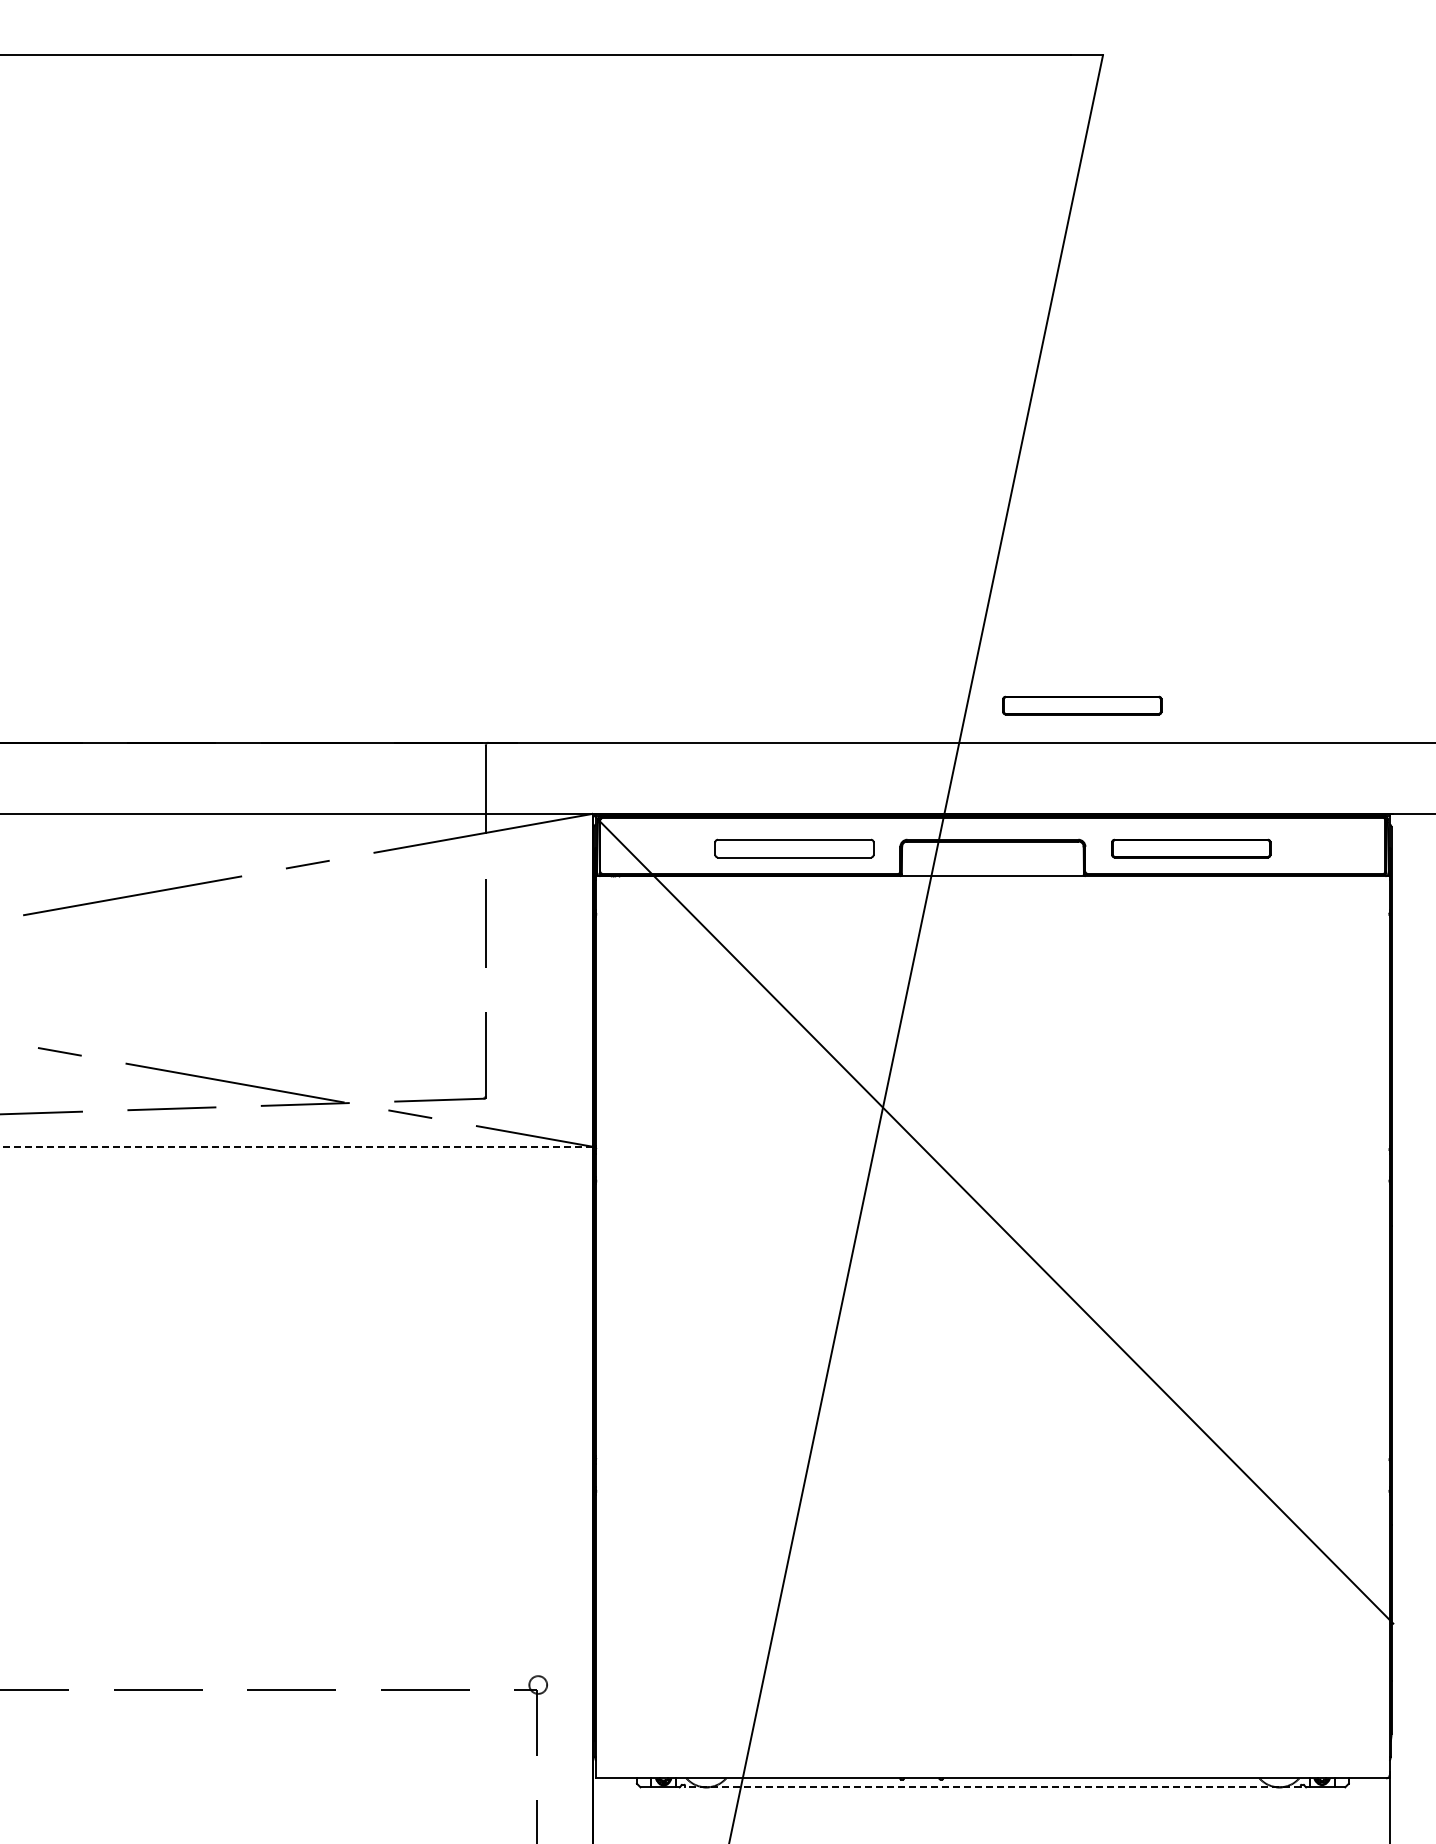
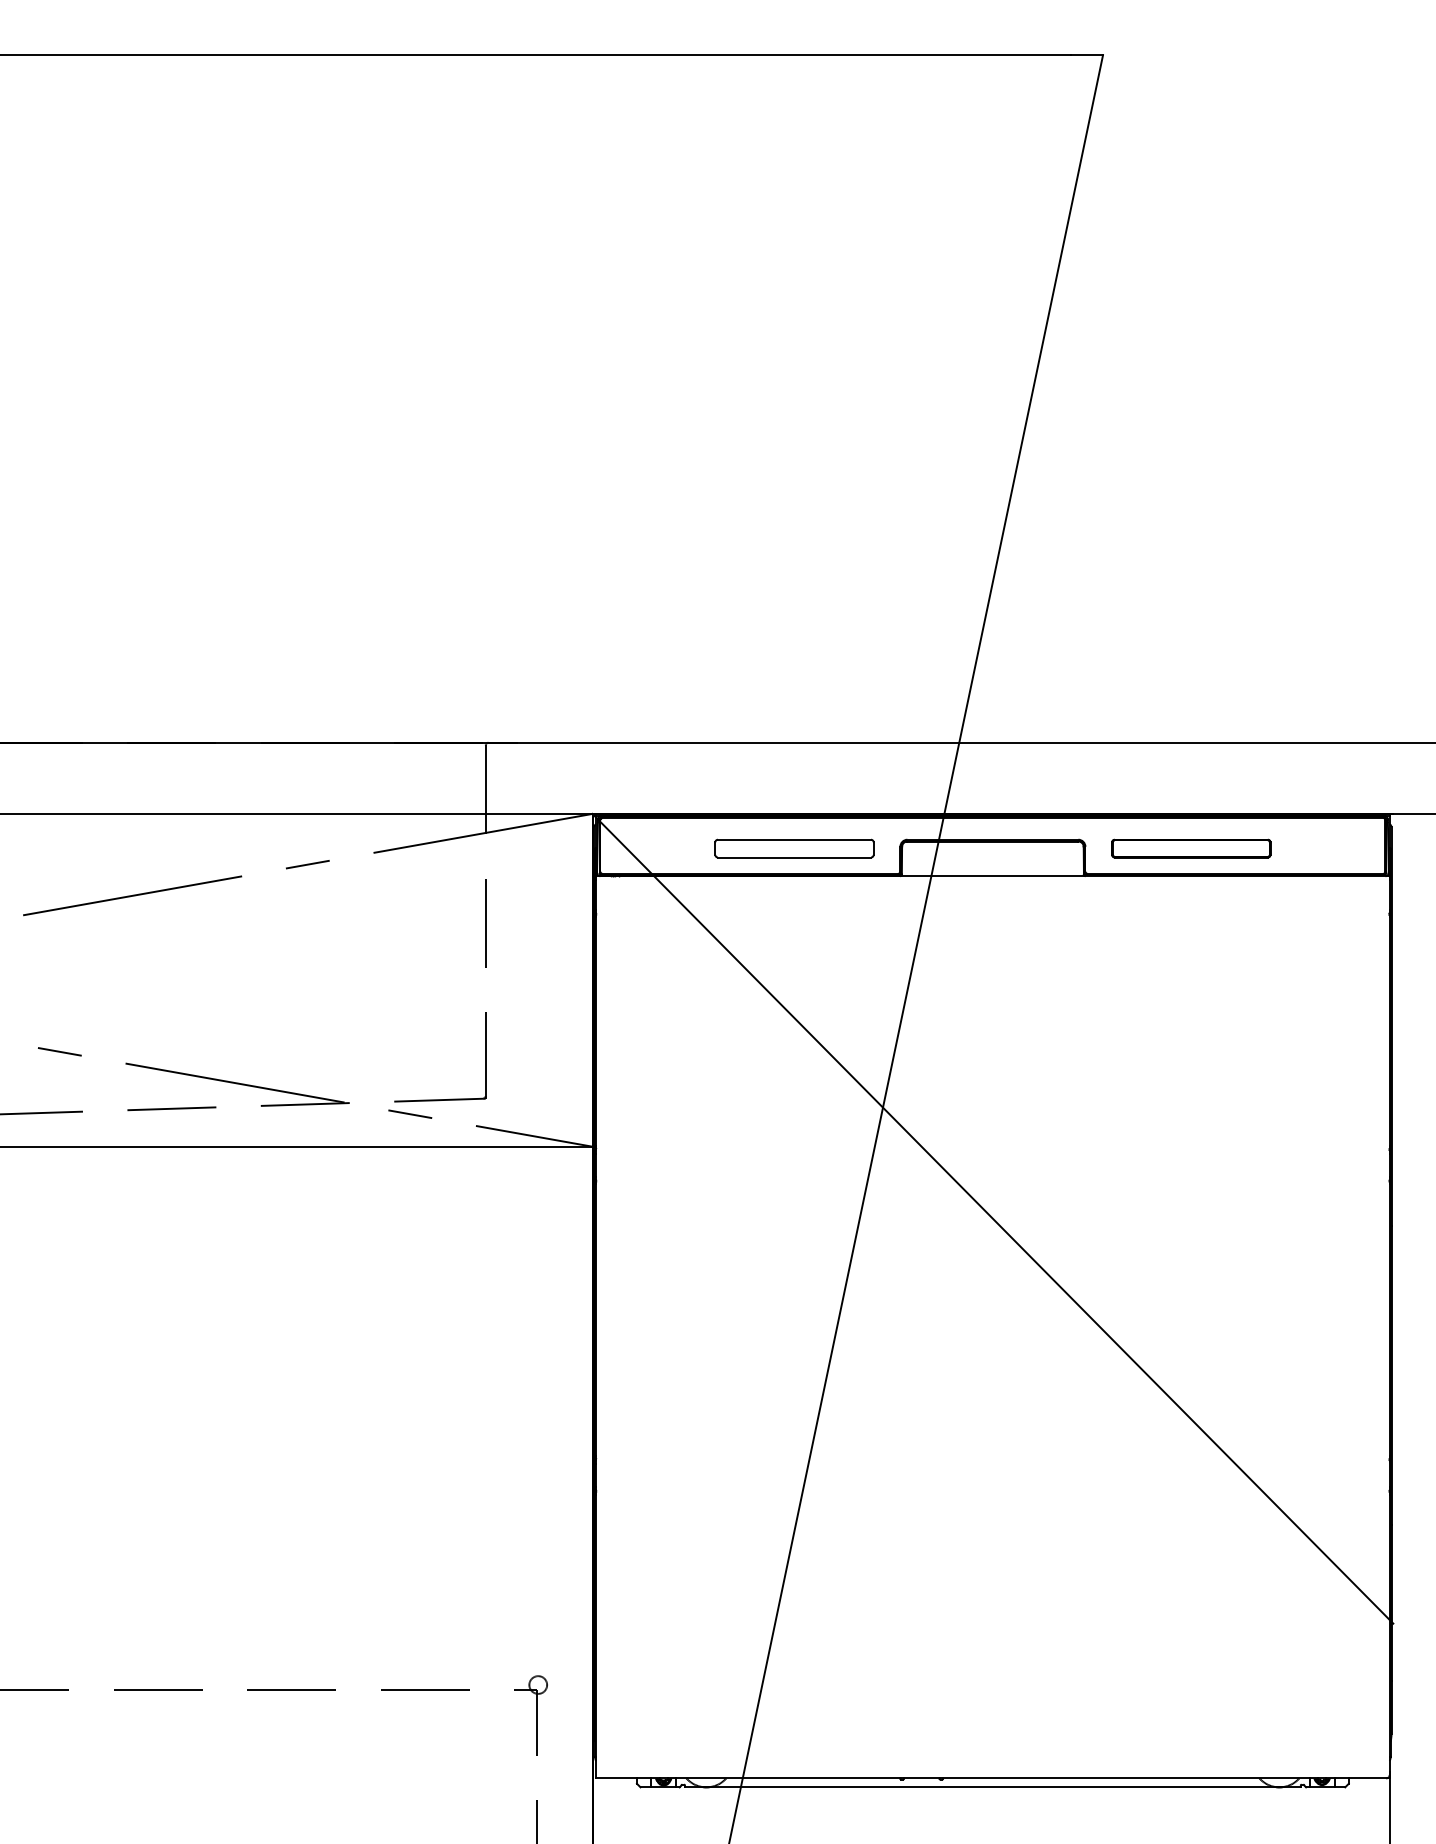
part at (1082, 705): present -> none
line at (296, 1146): dashed -> solid
line at (992, 1787): dashed -> solid
